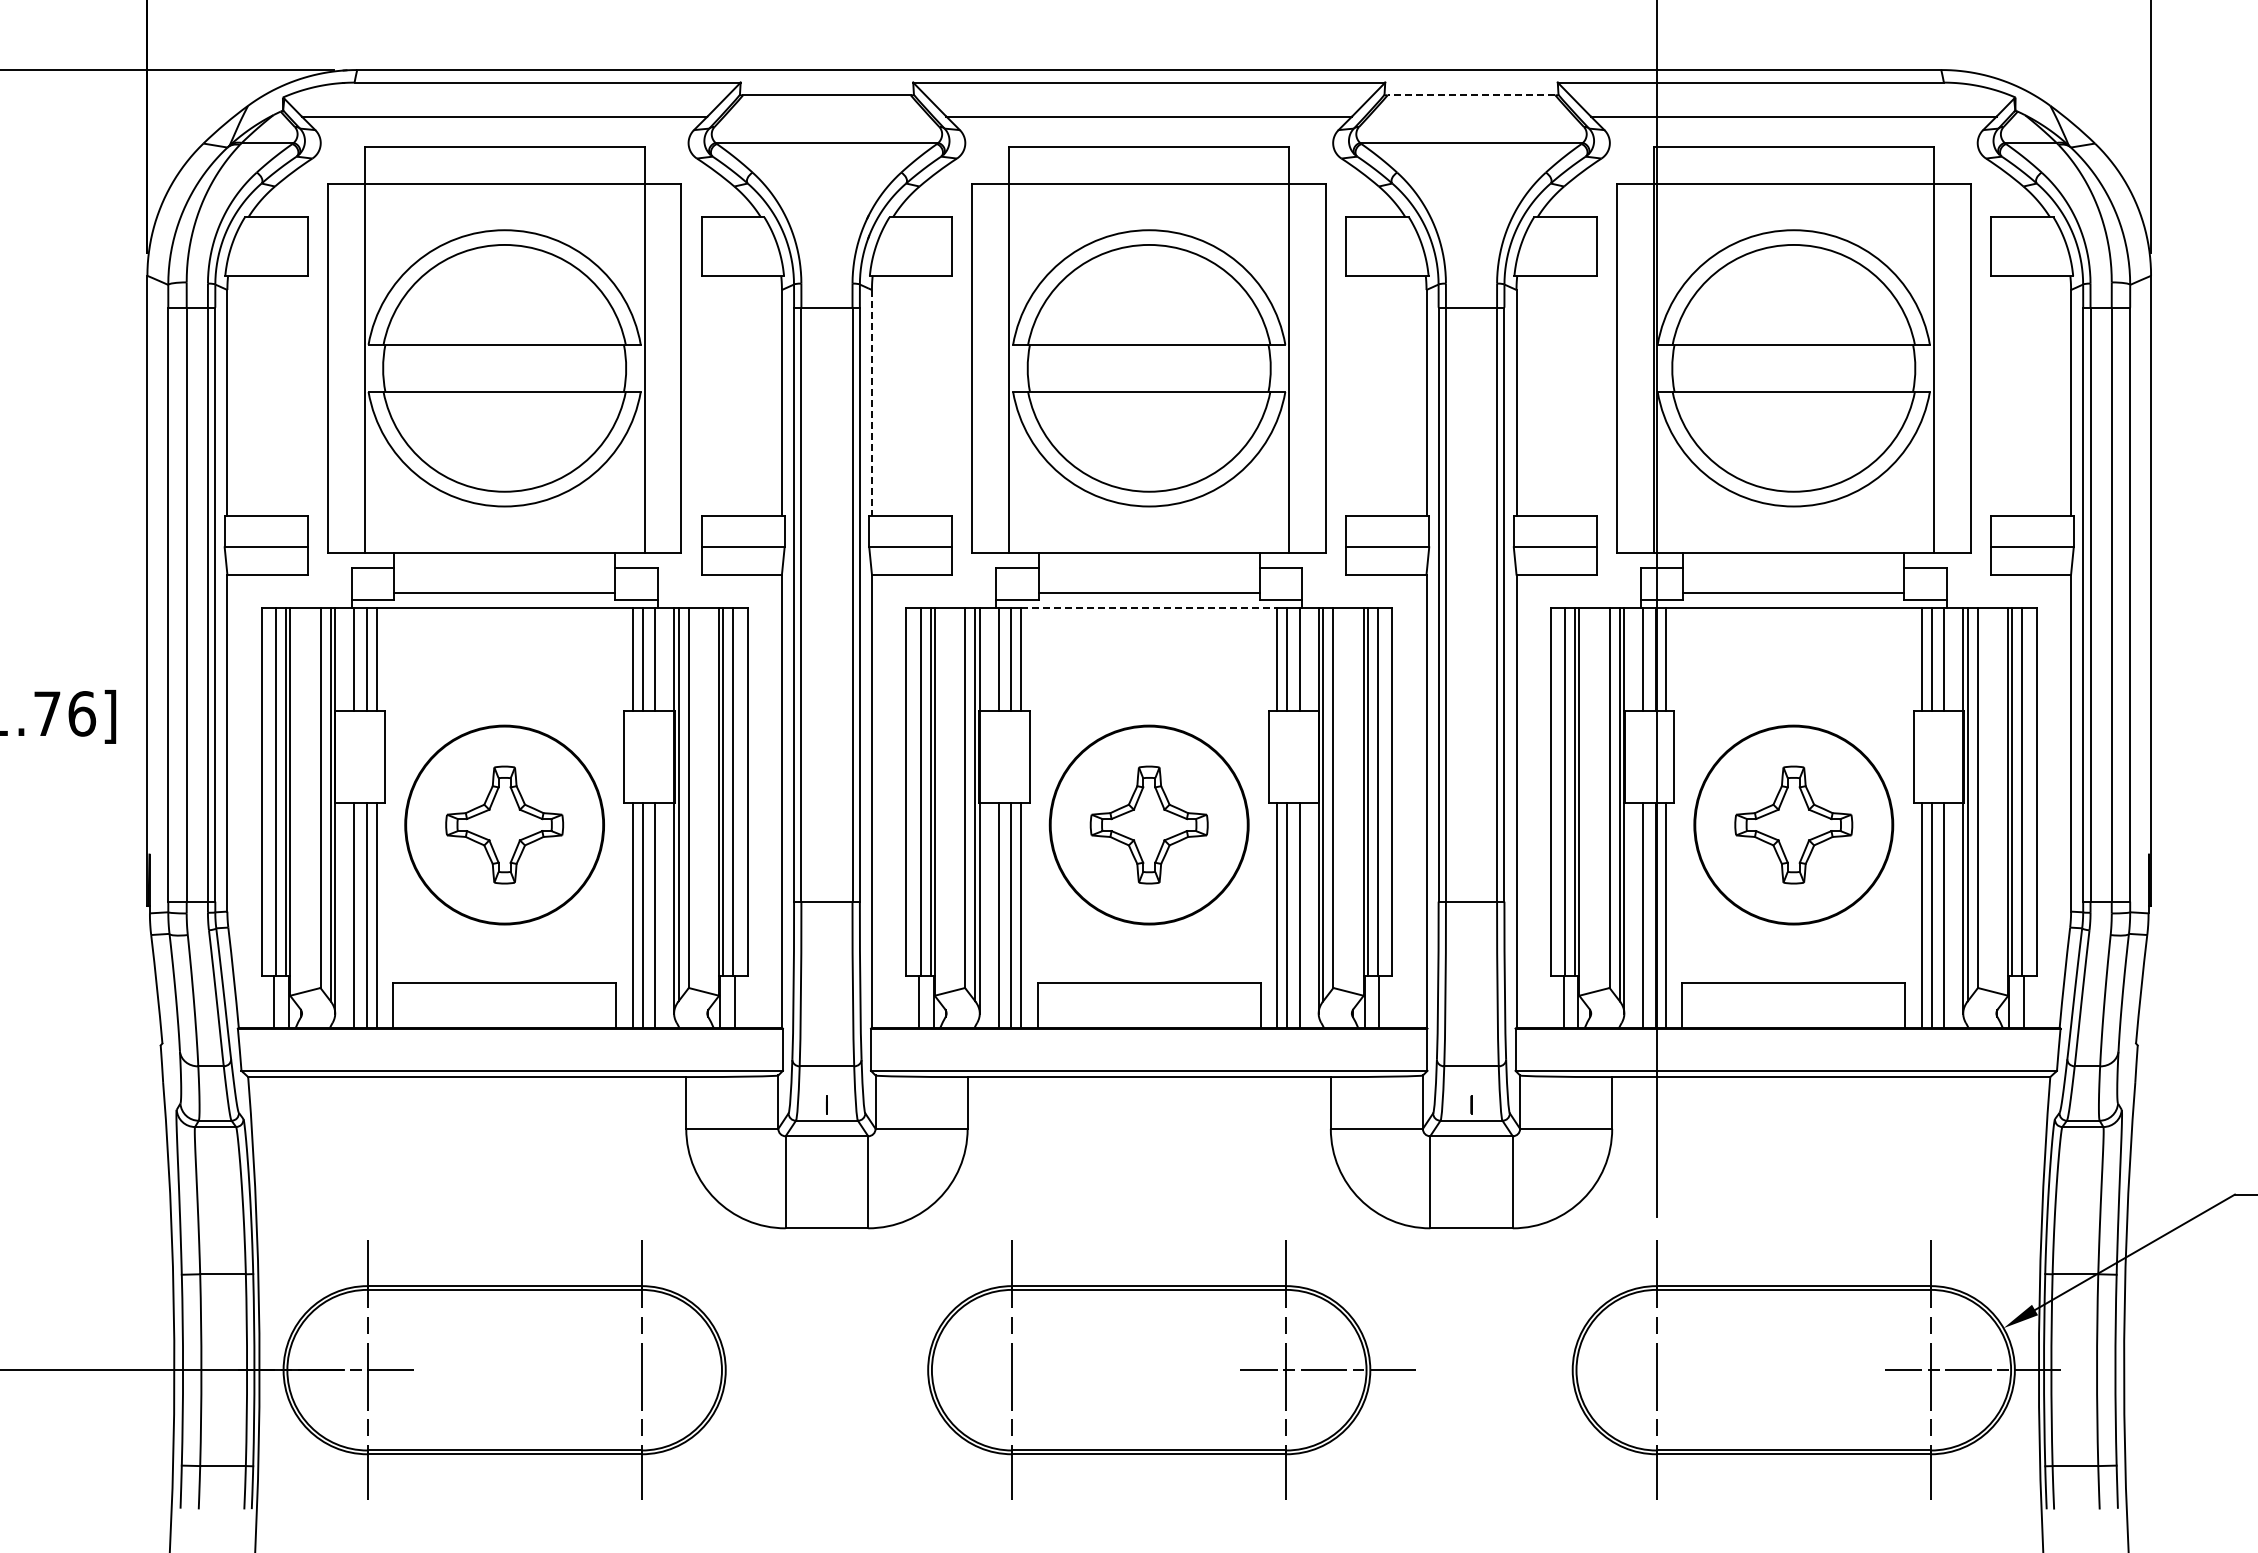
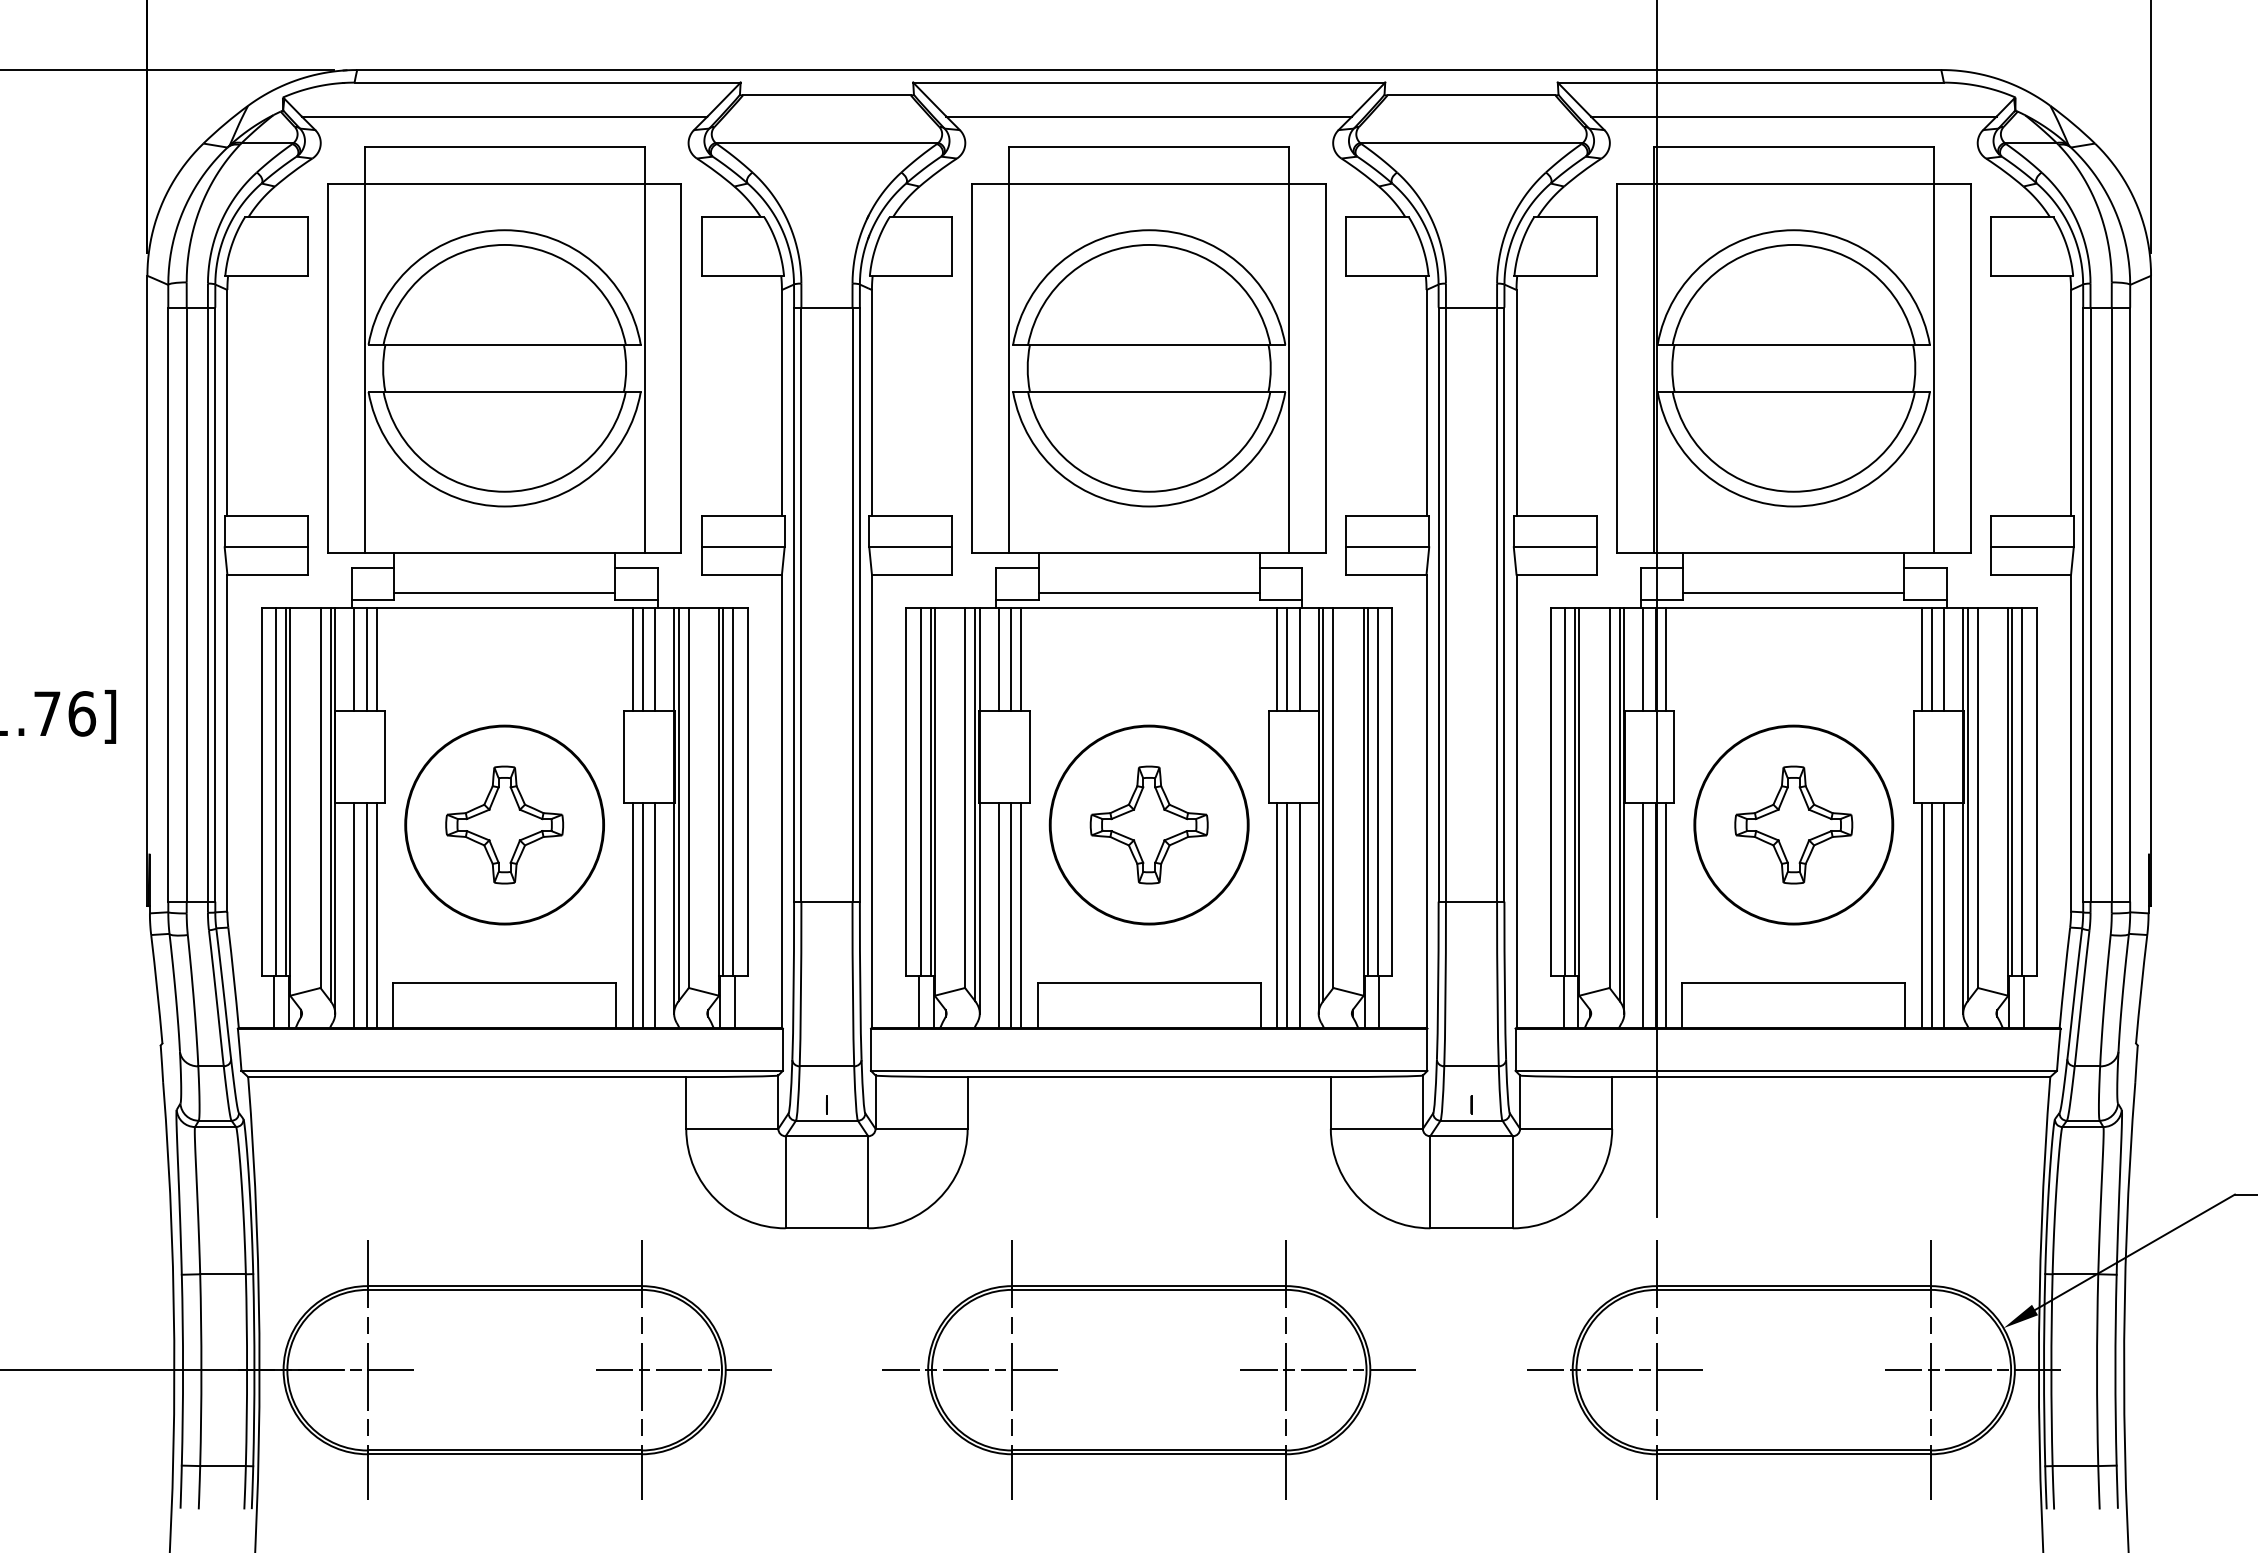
line at (1471, 95): dashed -> solid
line at (871, 402): dashed -> solid
line at (1149, 607): dashed -> solid
line at (683, 1370): none -> present
line at (970, 1370): none -> present
line at (1614, 1370): none -> present
